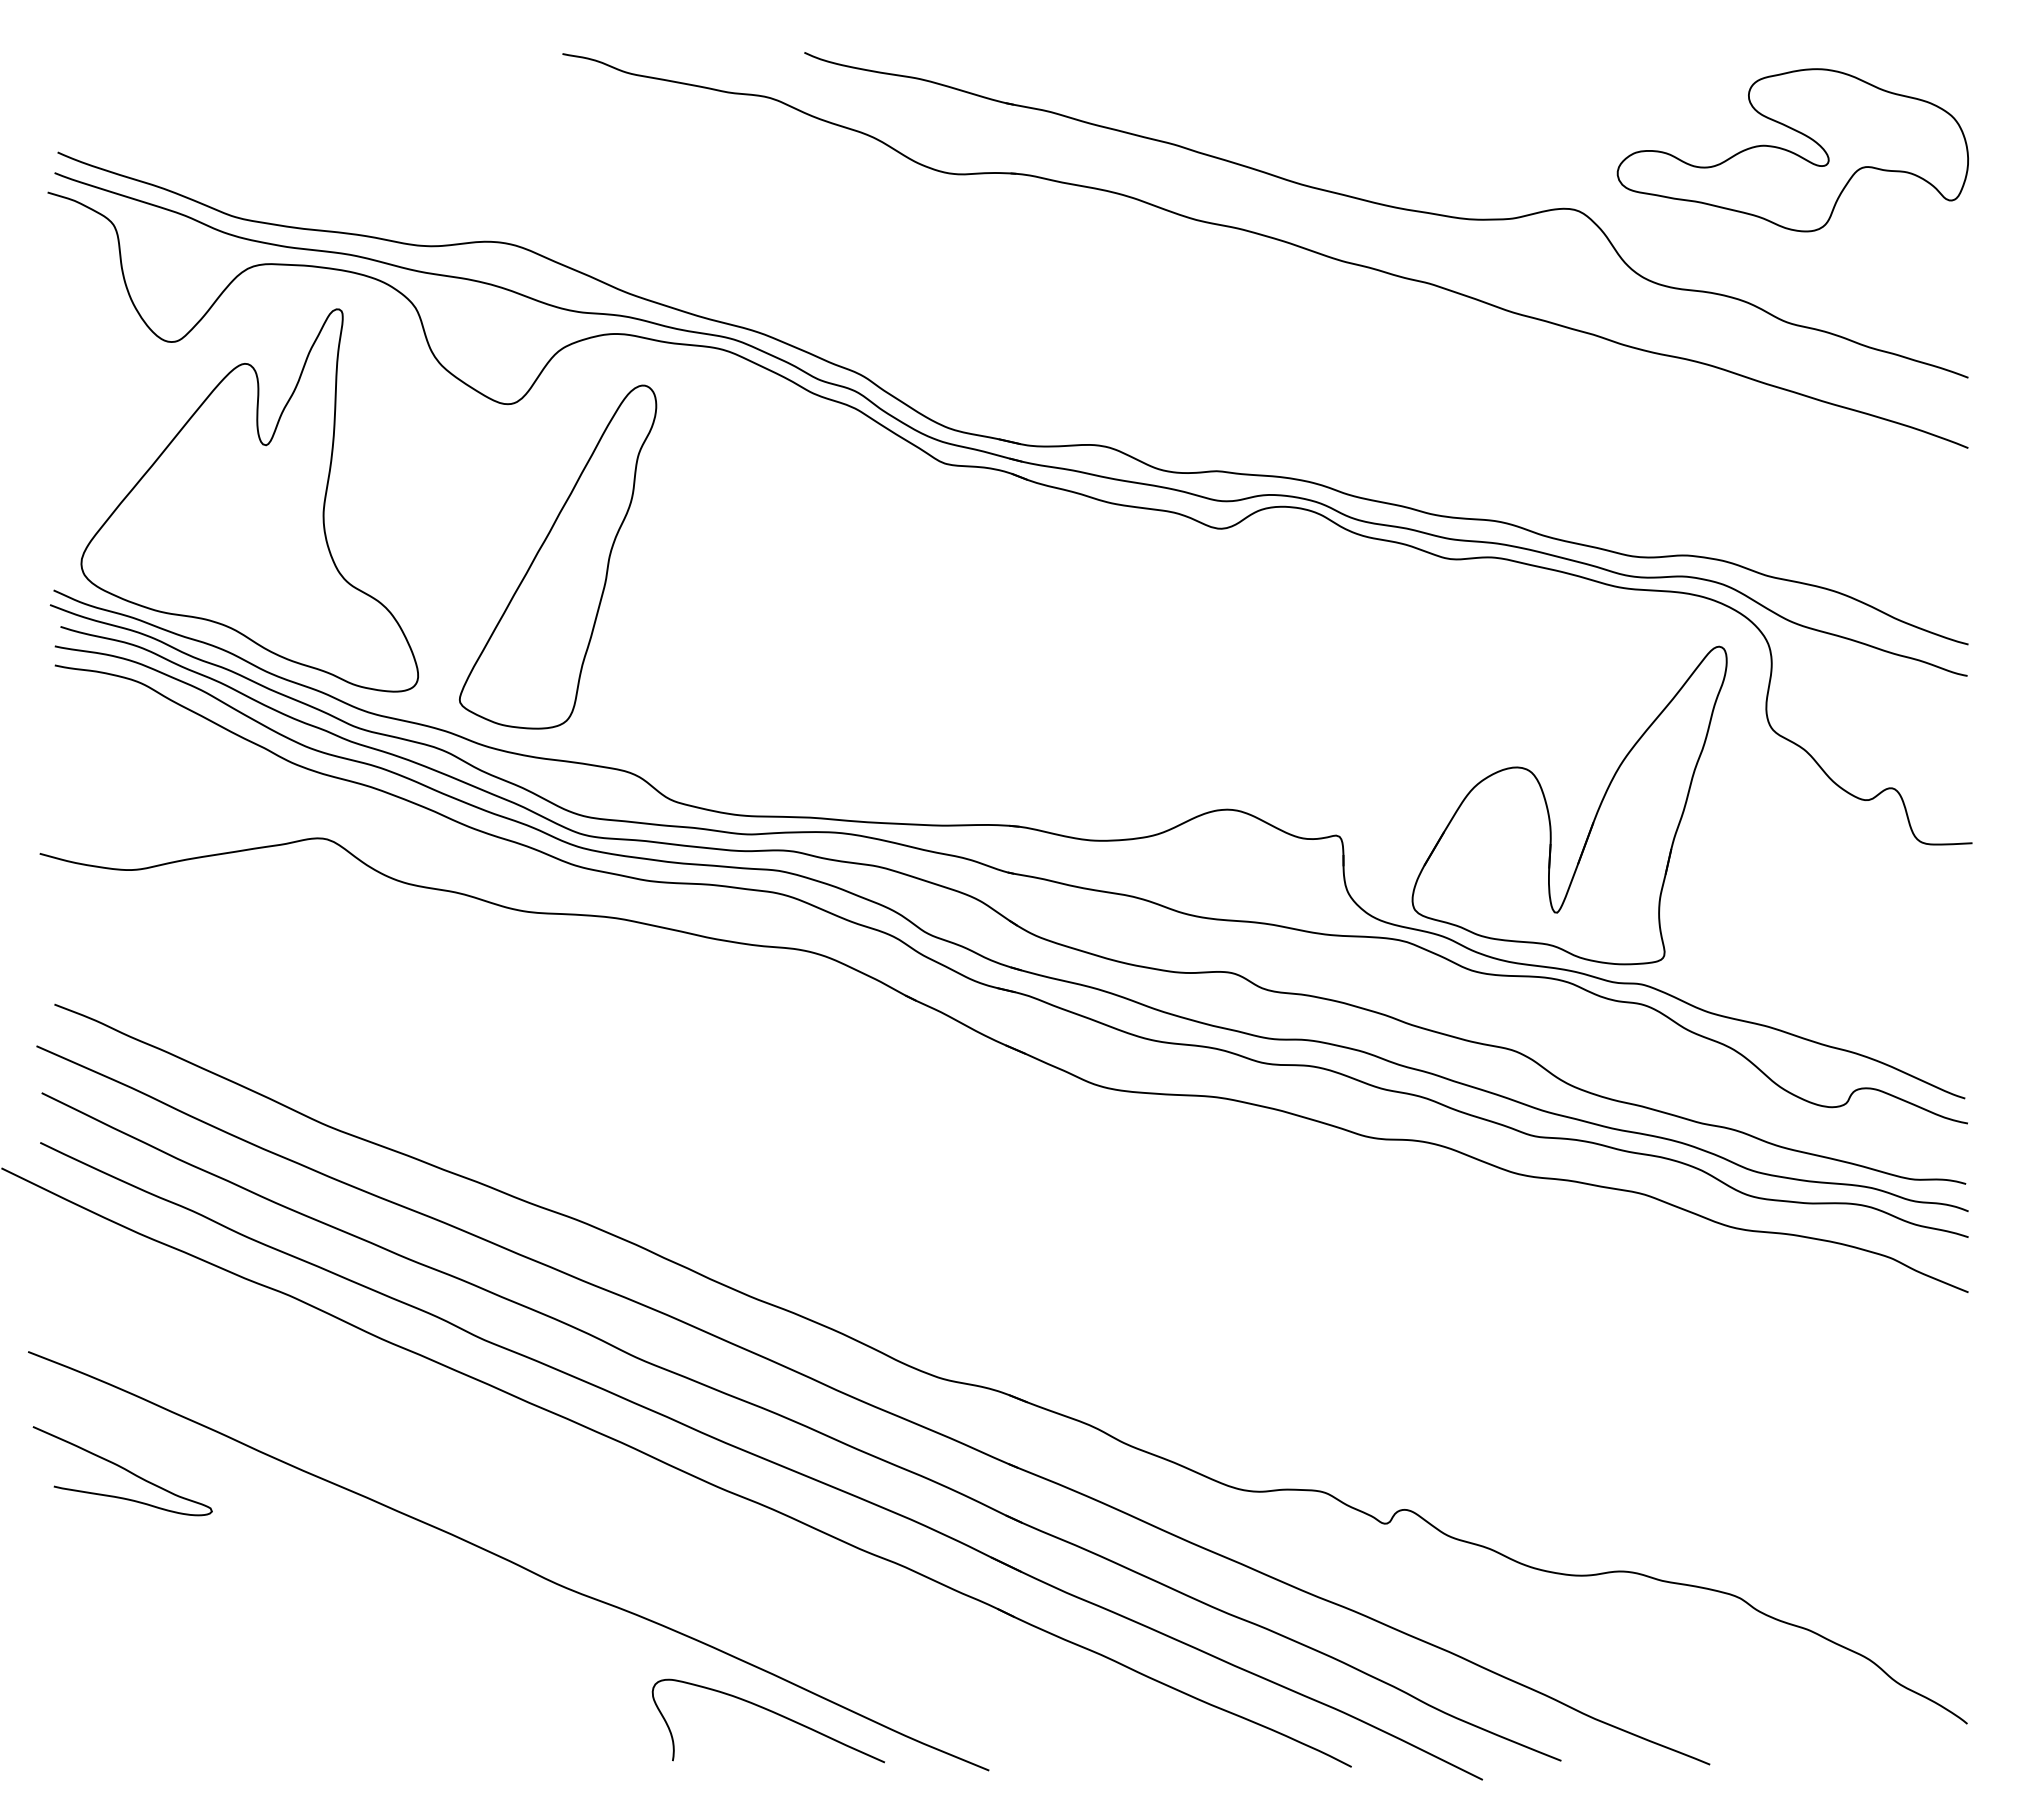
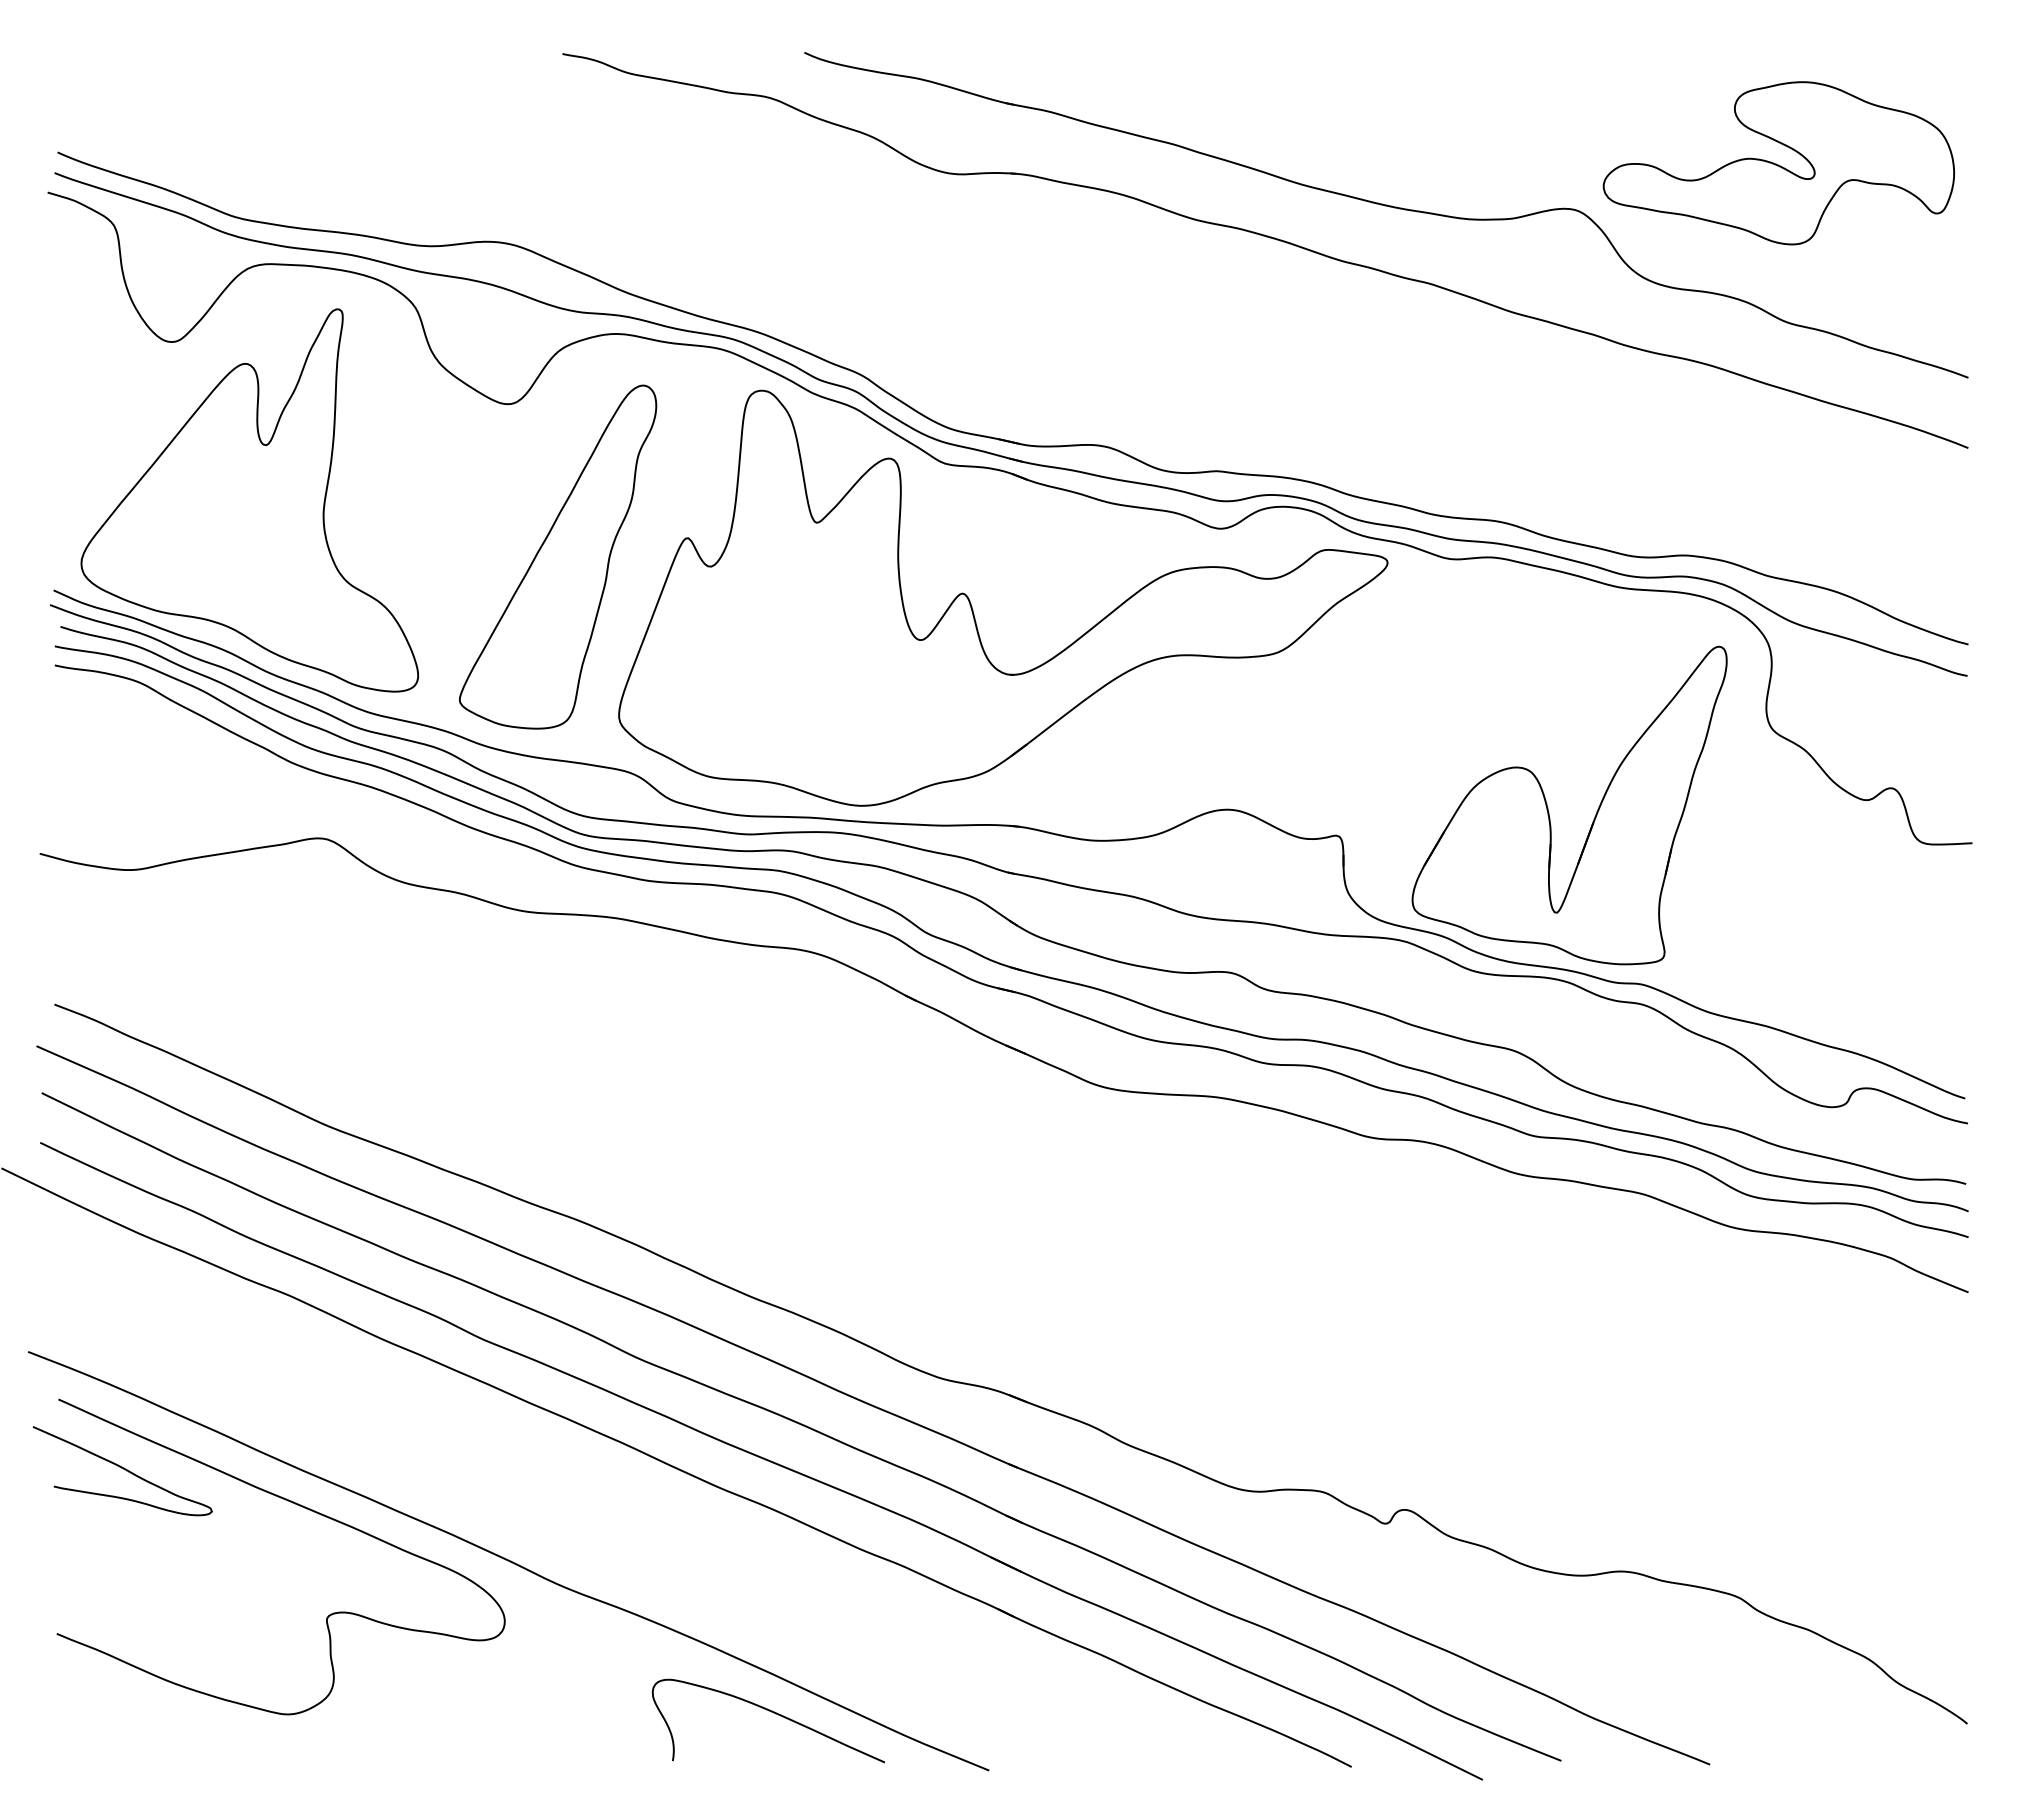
part at (1792, 150) position: (1792, 150) -> (1778, 163)
part at (972, 606): none -> present
curve at (299, 1506): none -> present
